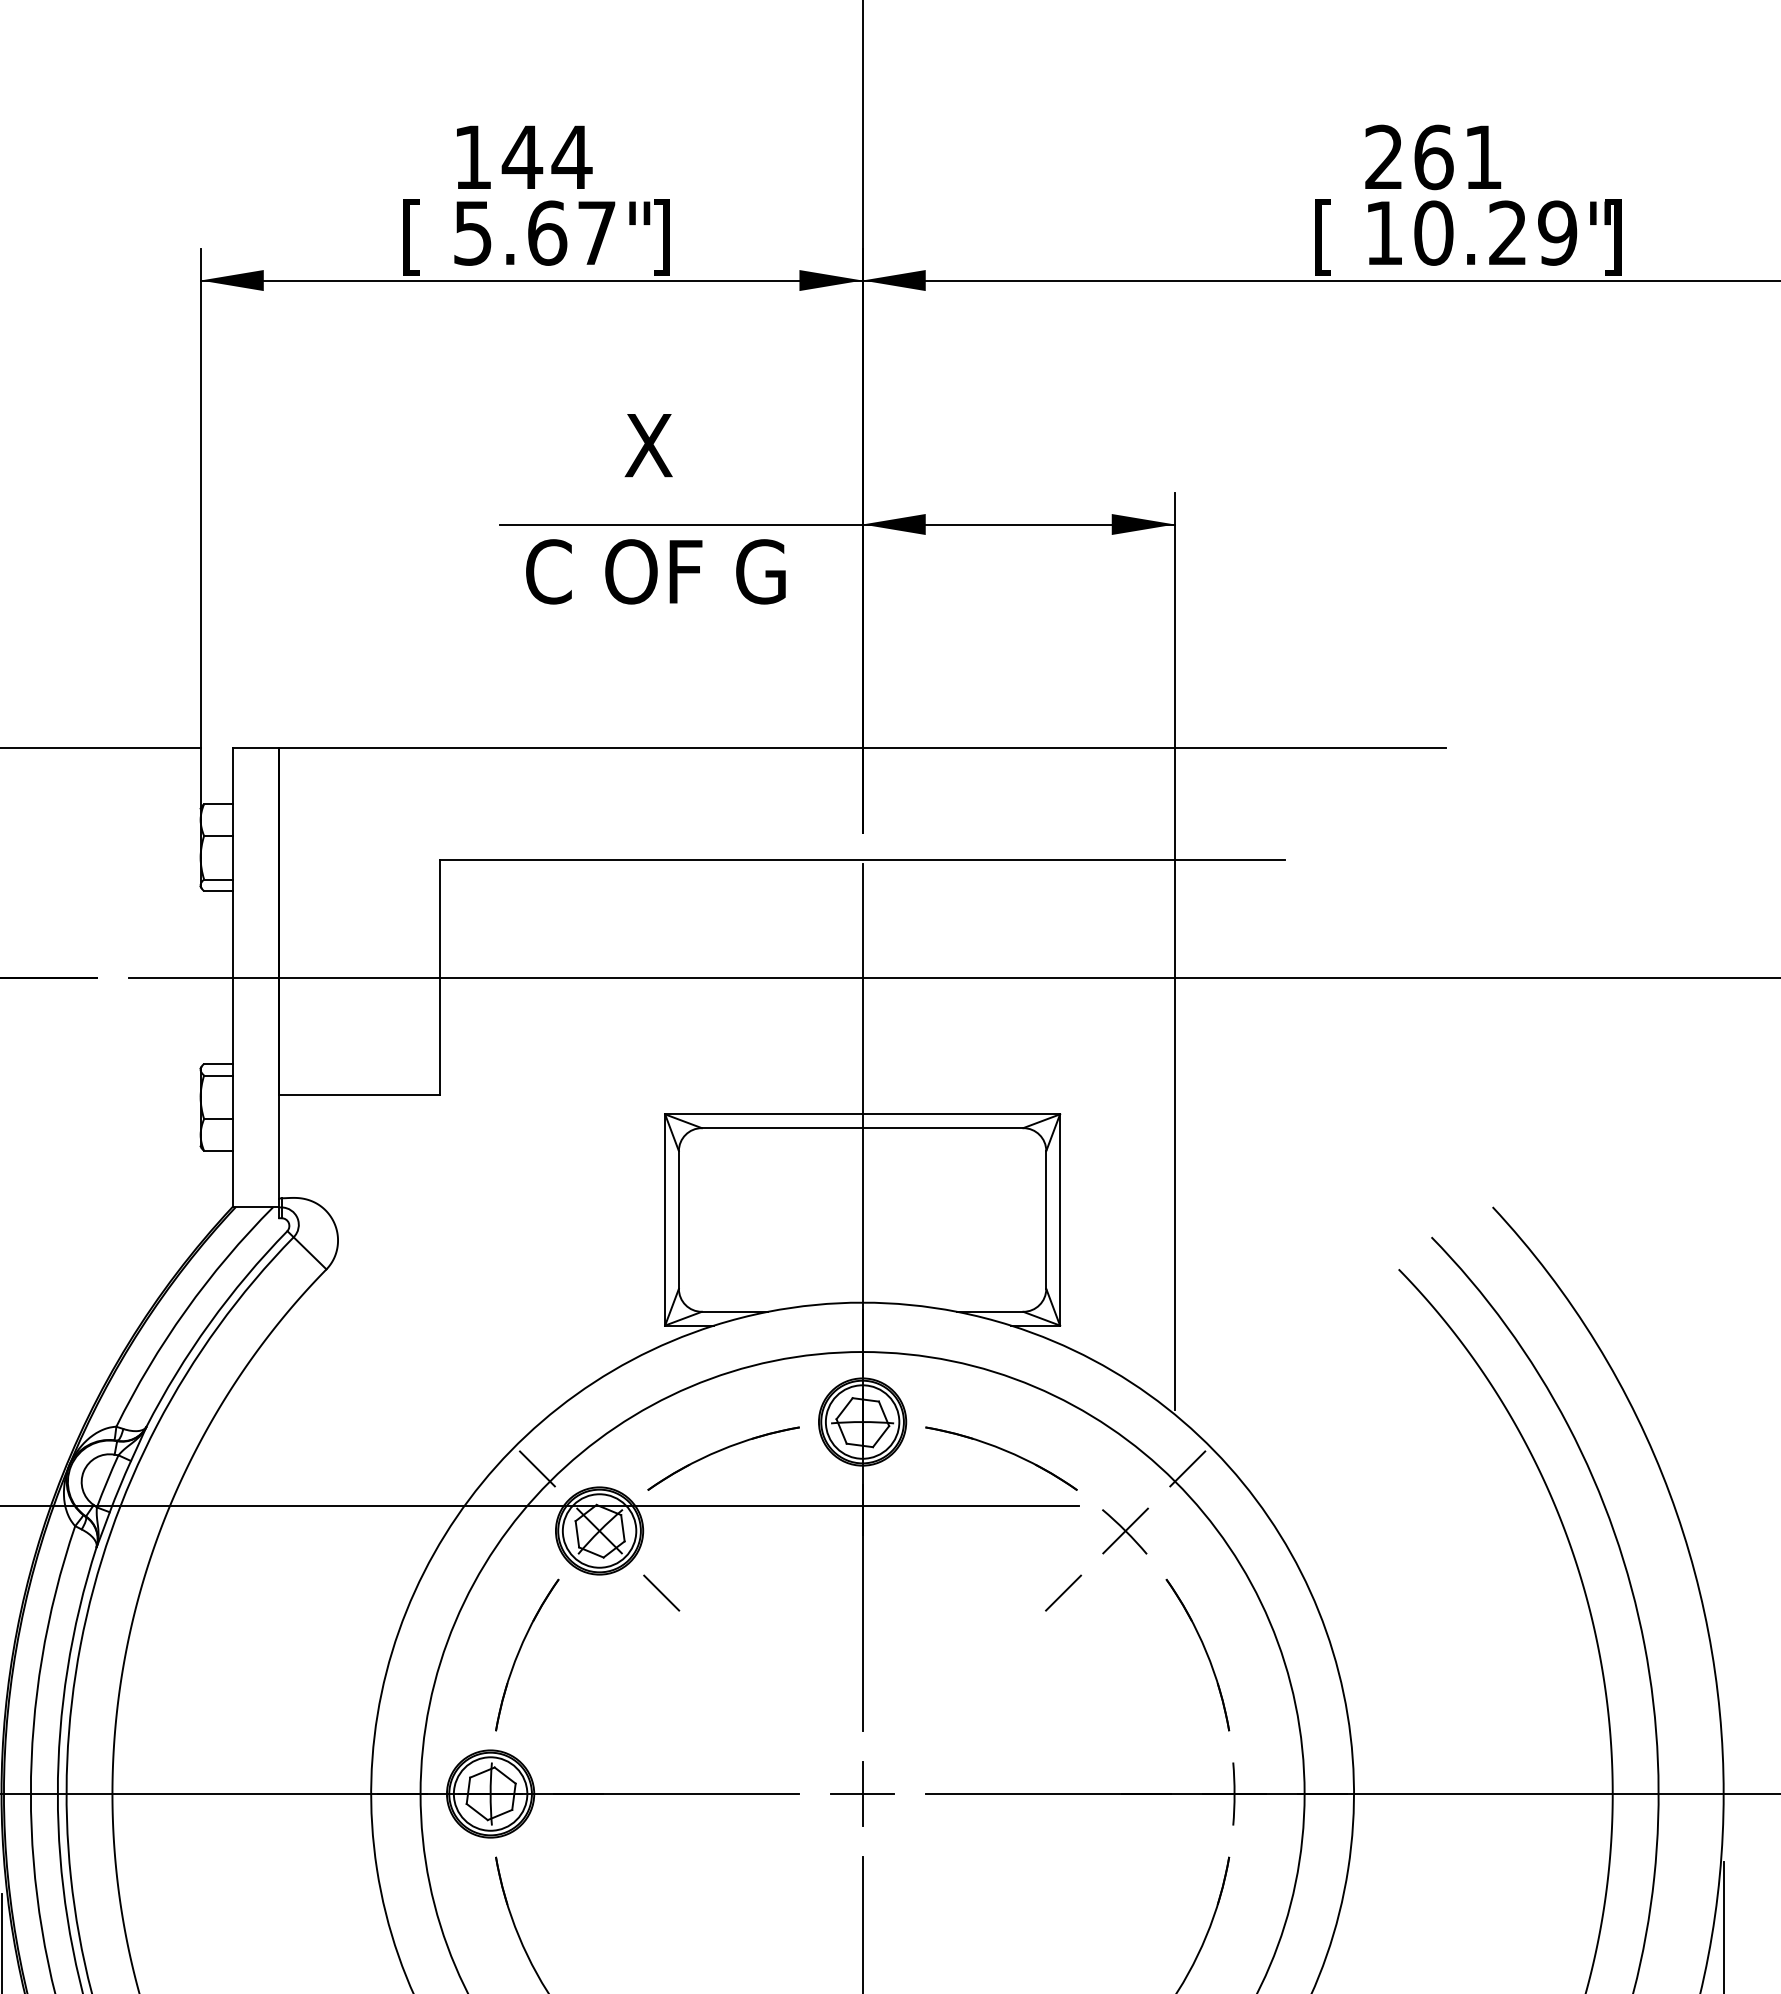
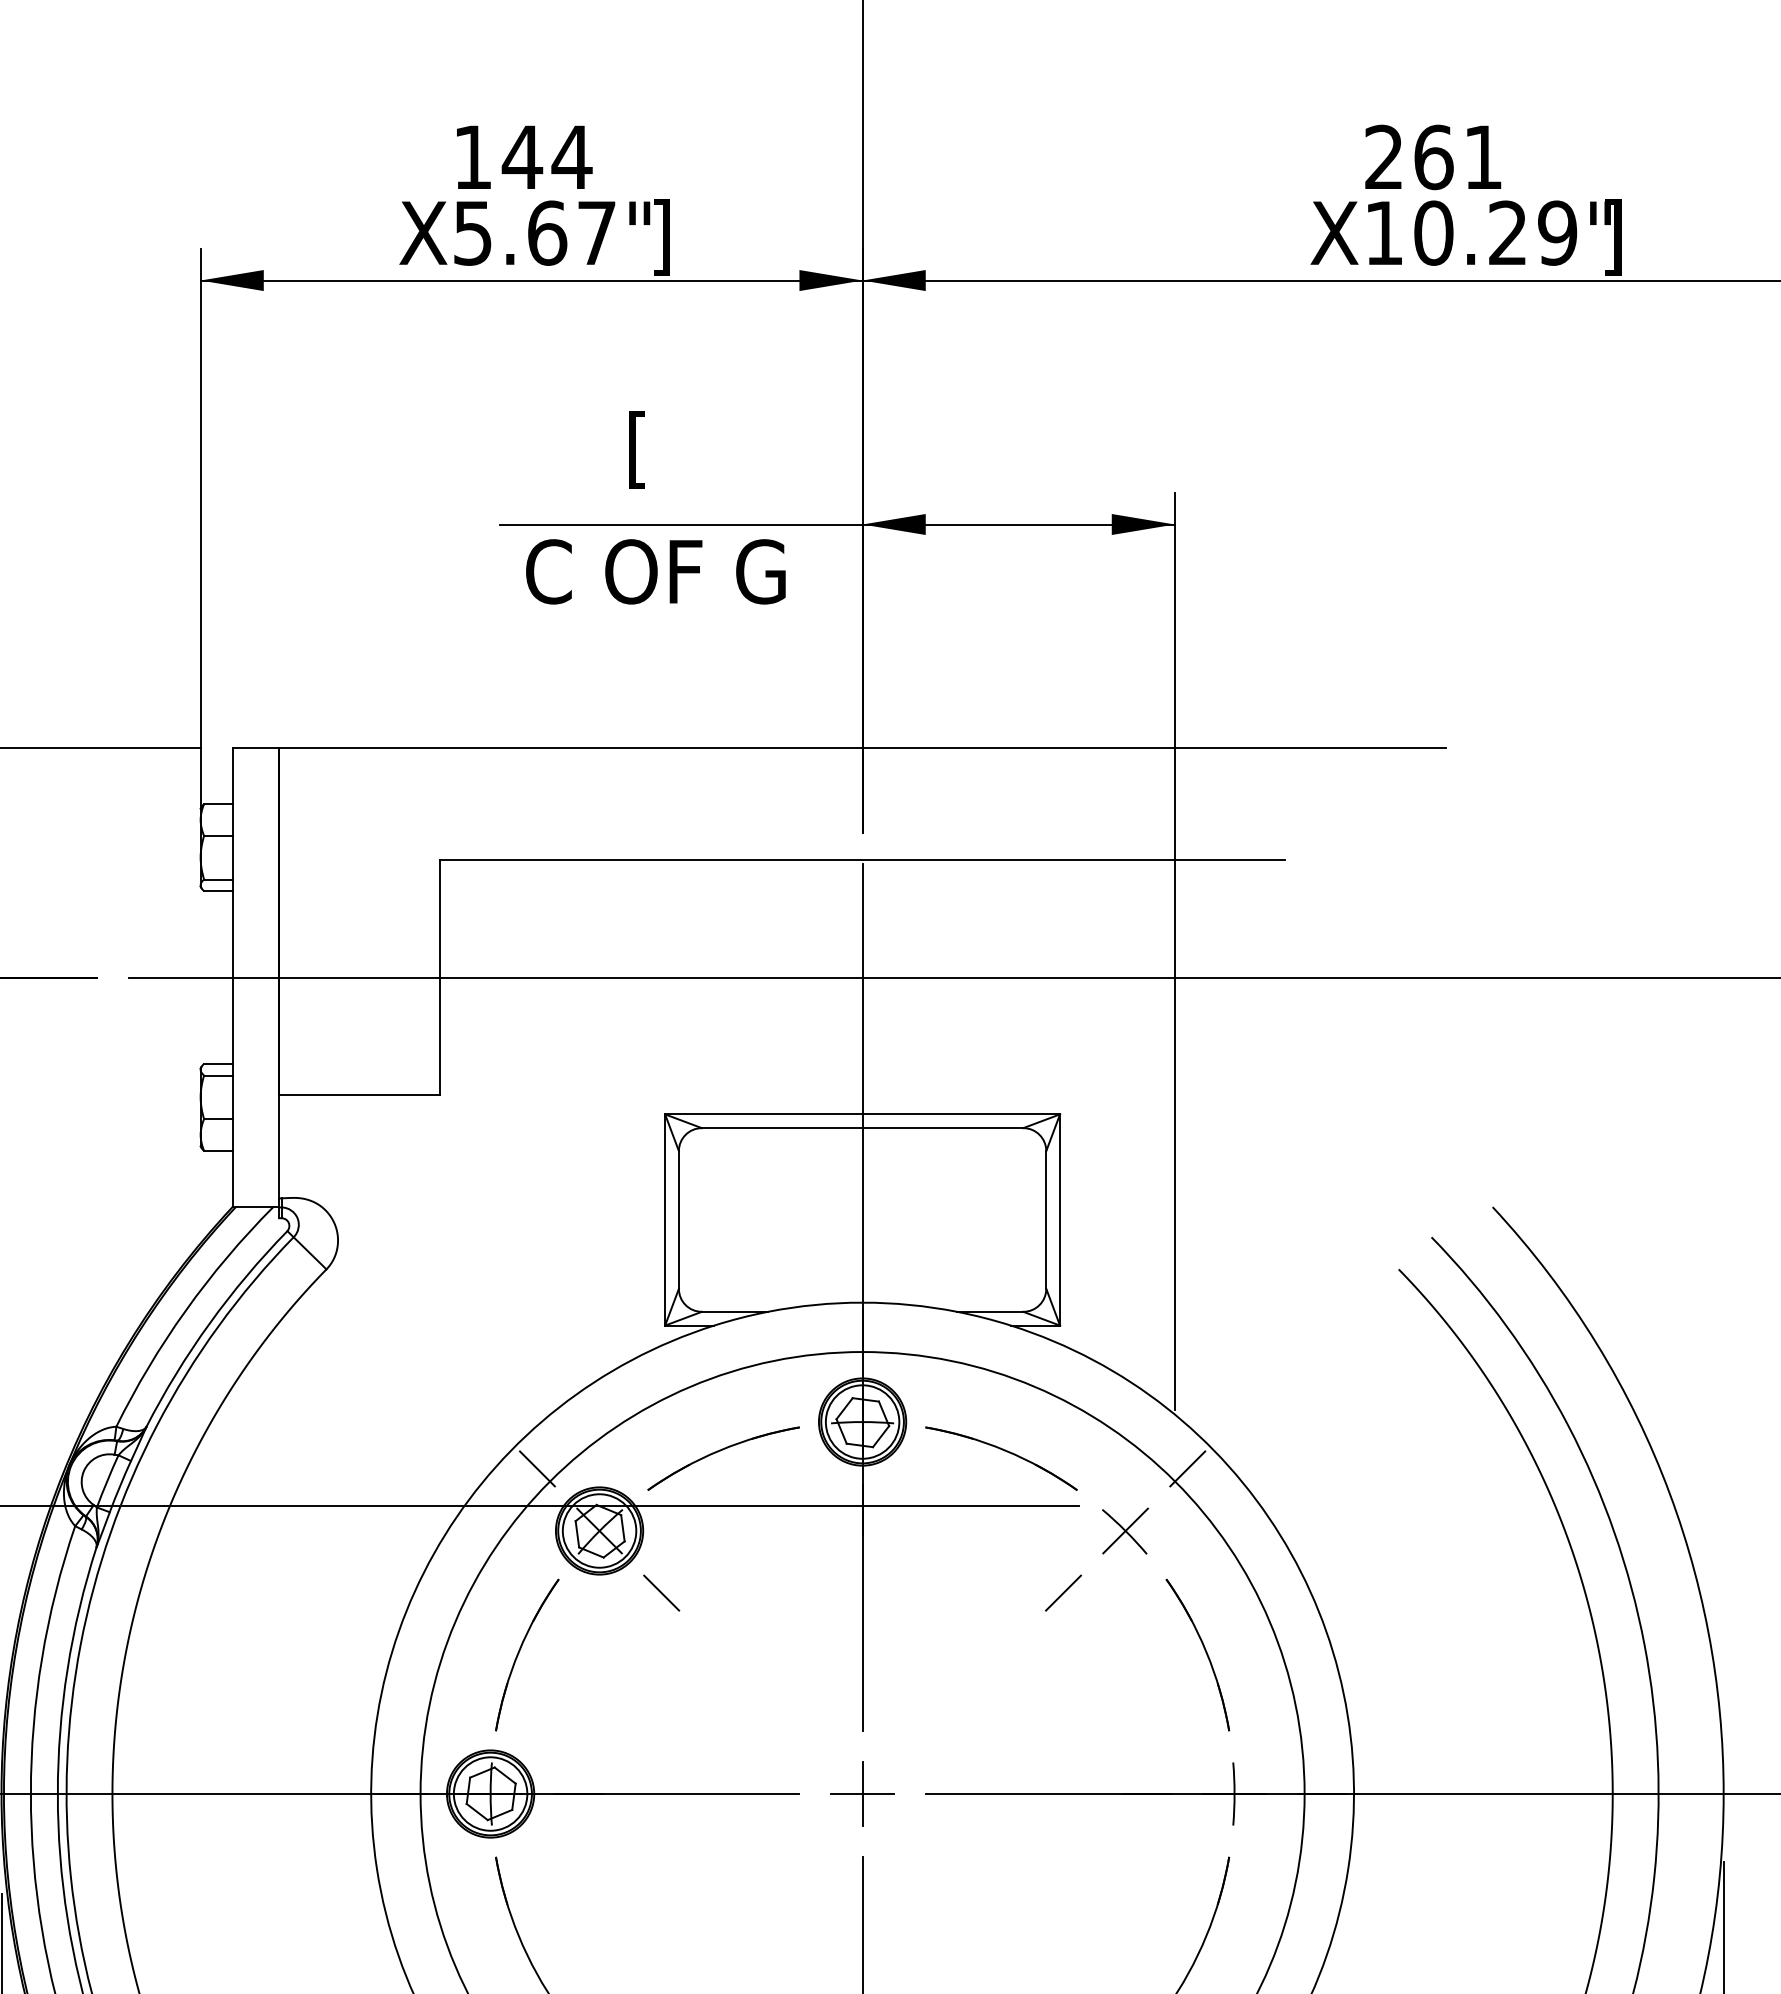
text at (423, 237): [ -> X
text at (1334, 237): [ -> X
text at (648, 449): X -> [
